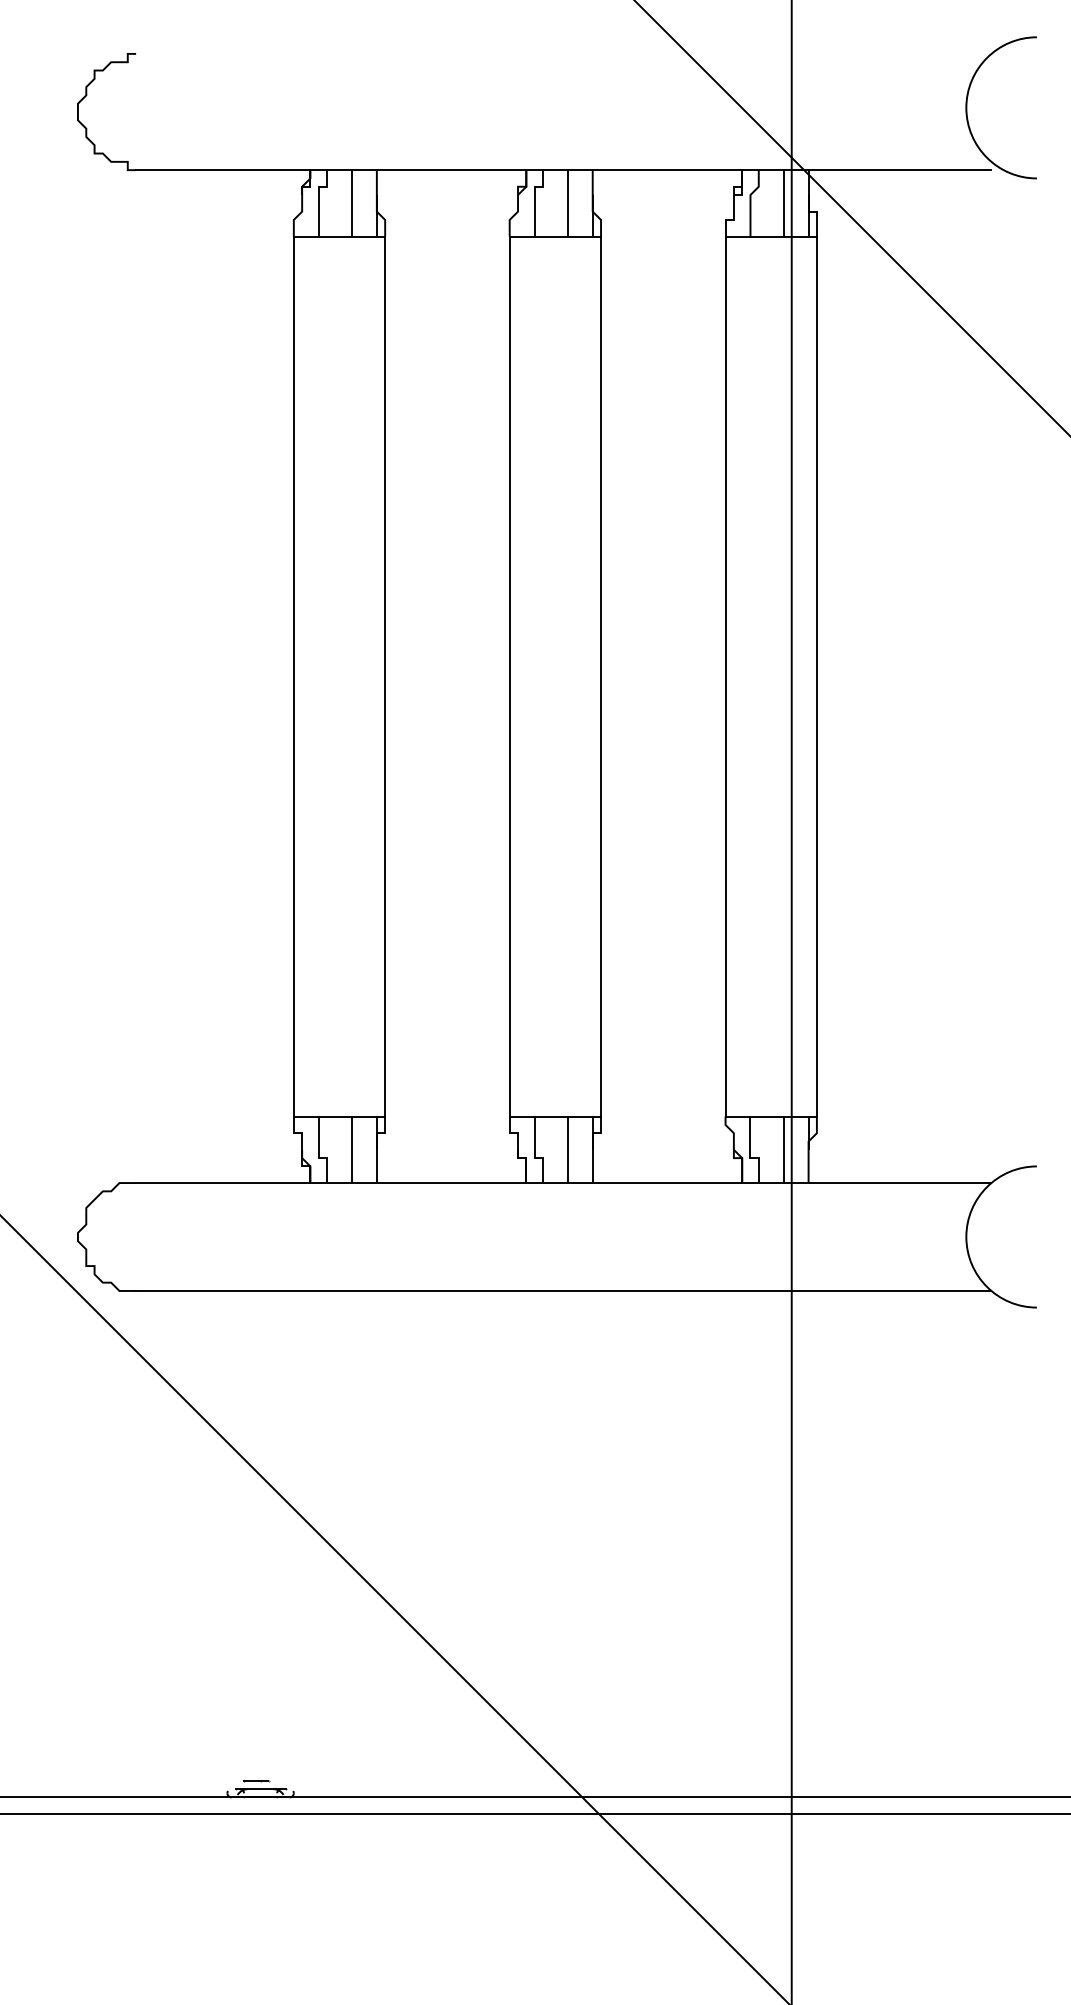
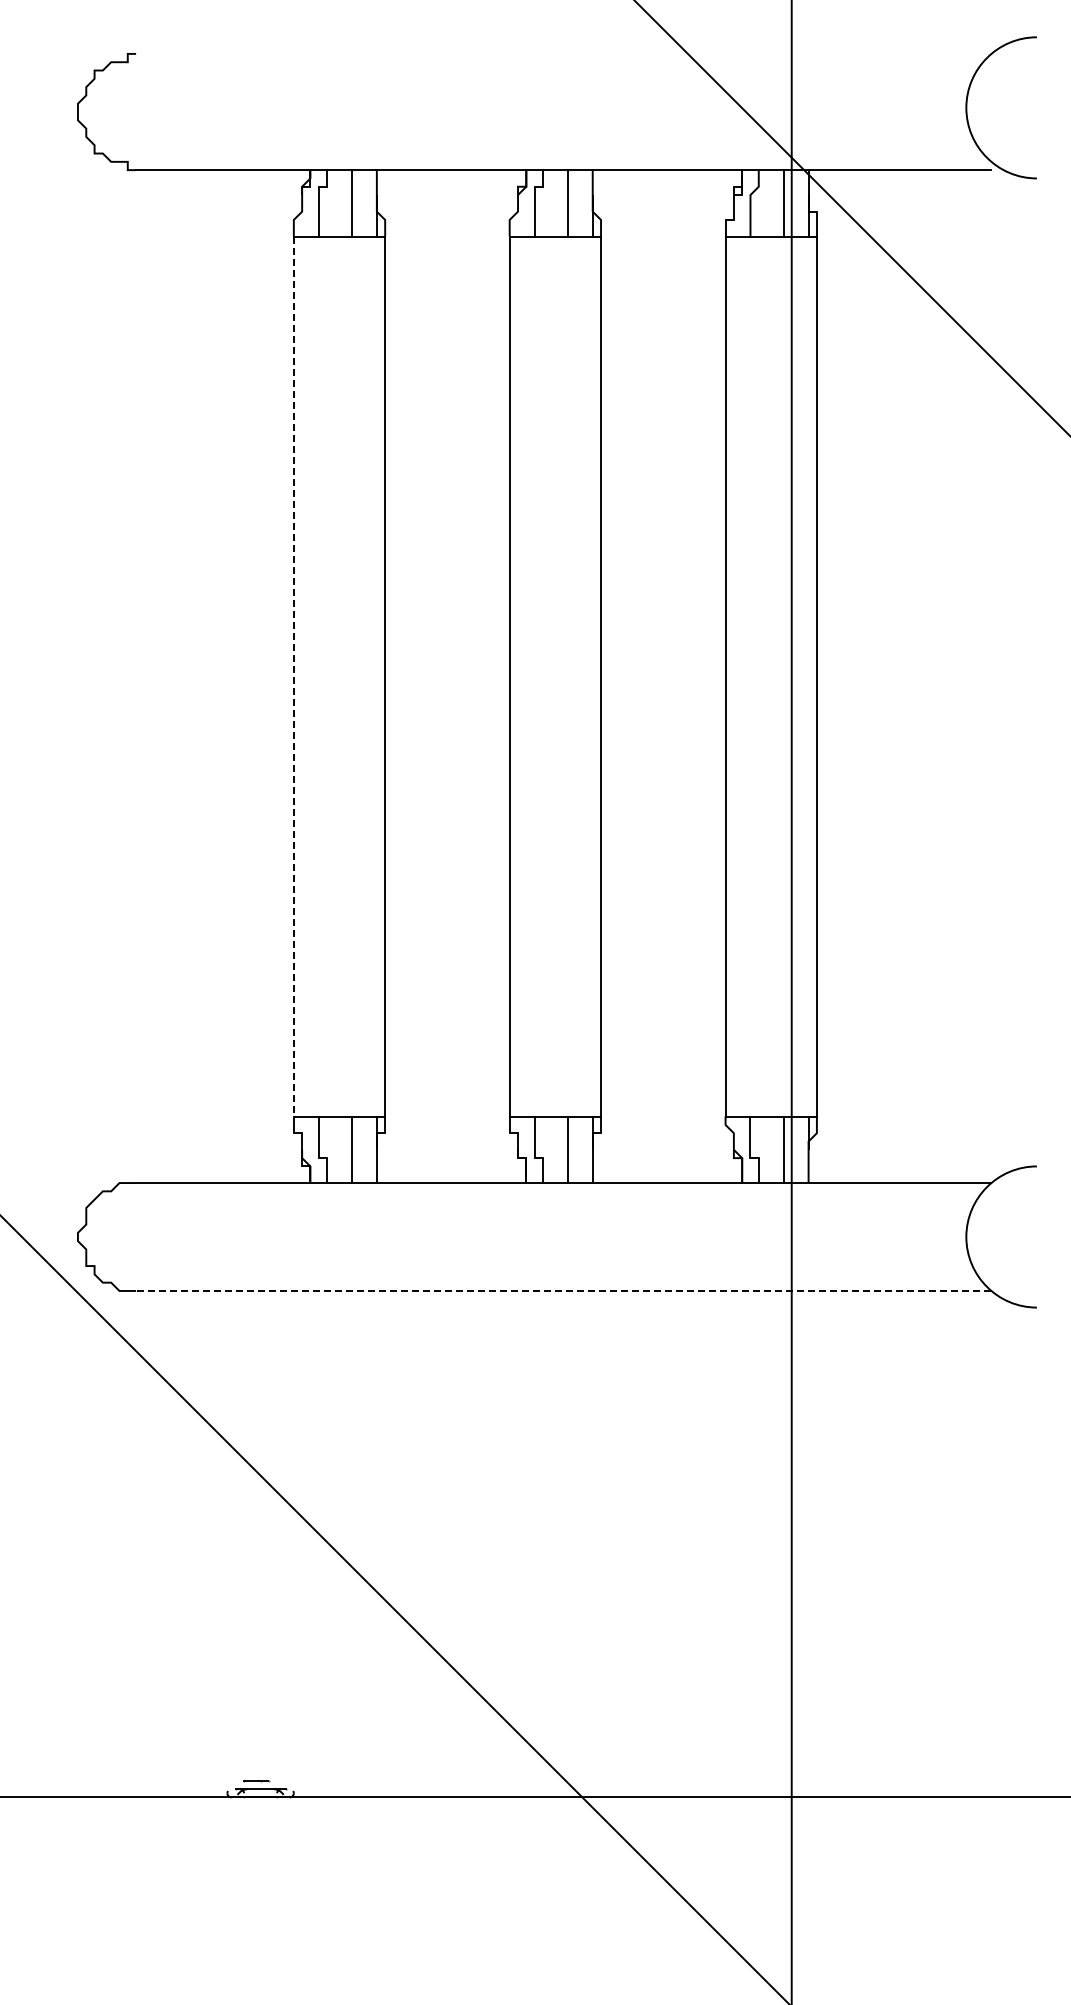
line at (293, 677): solid -> dashed
line at (563, 1290): solid -> dashed
line at (534, 1814): present -> none
